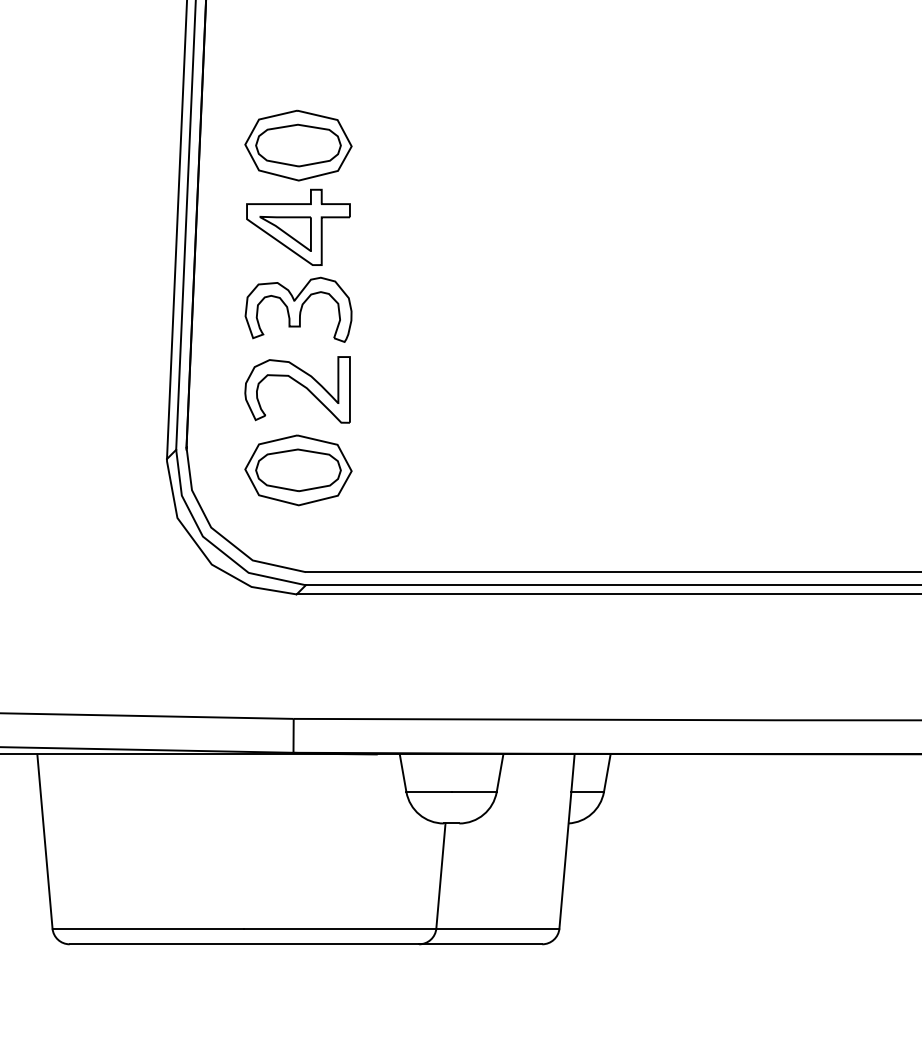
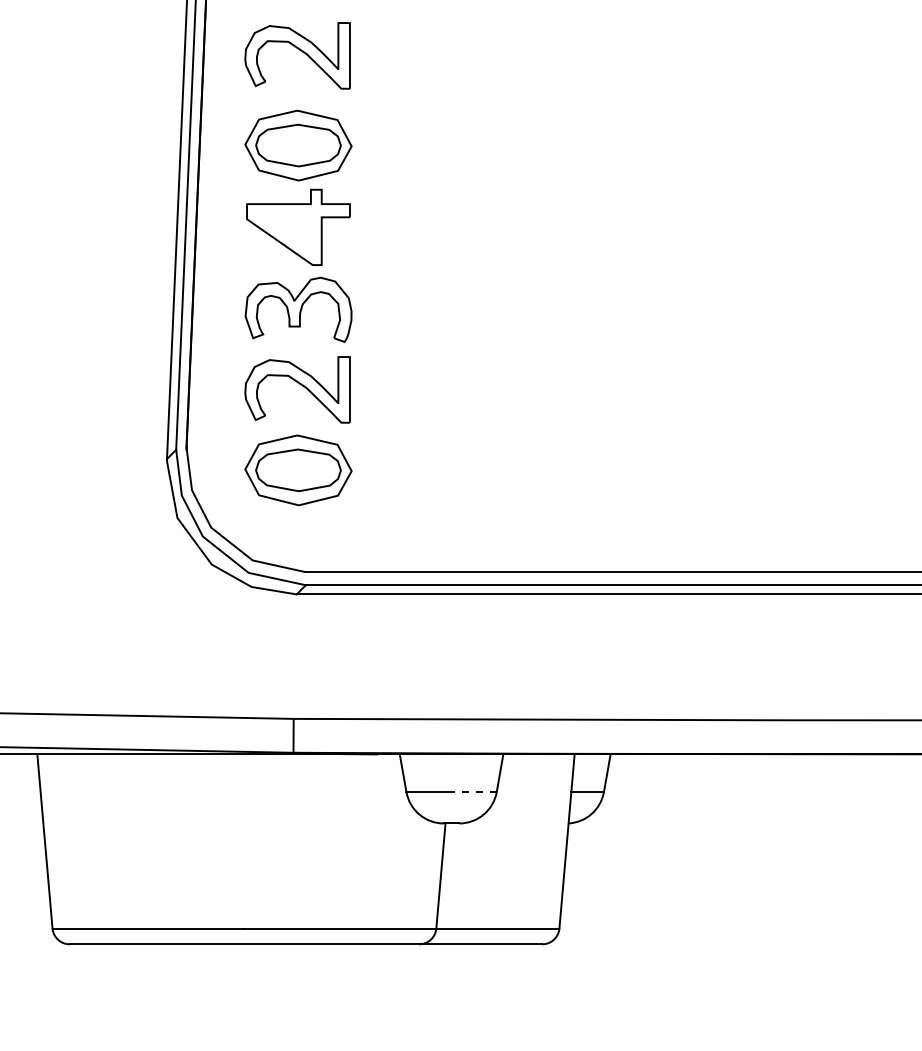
part at (297, 55): none -> present
part at (285, 233): present -> none
line at (474, 792): solid -> dashed
